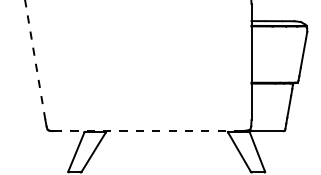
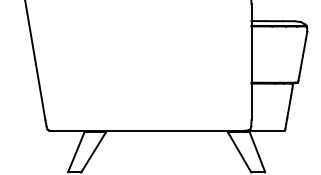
line at (35, 60): dashed -> solid
line at (144, 131): dashed -> solid
